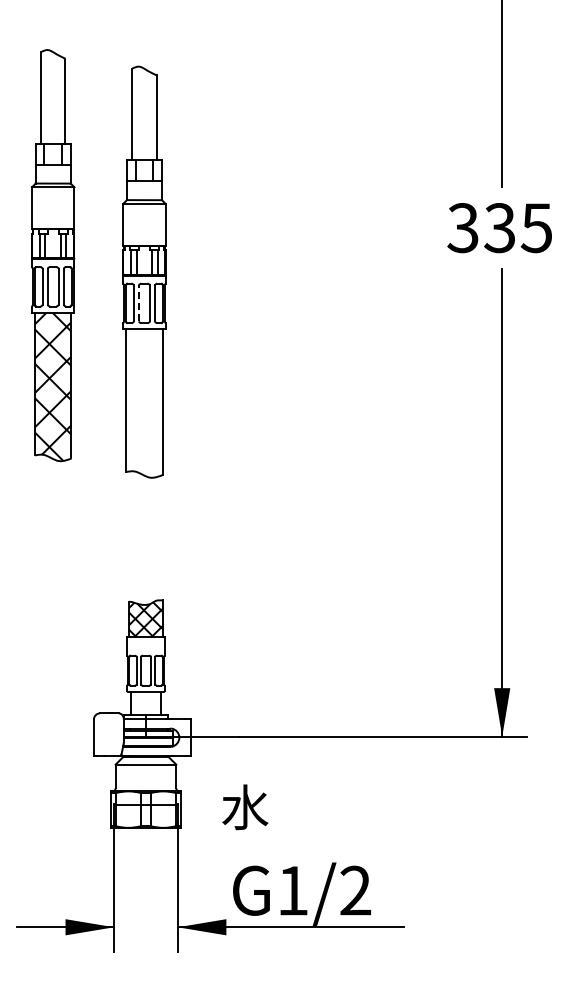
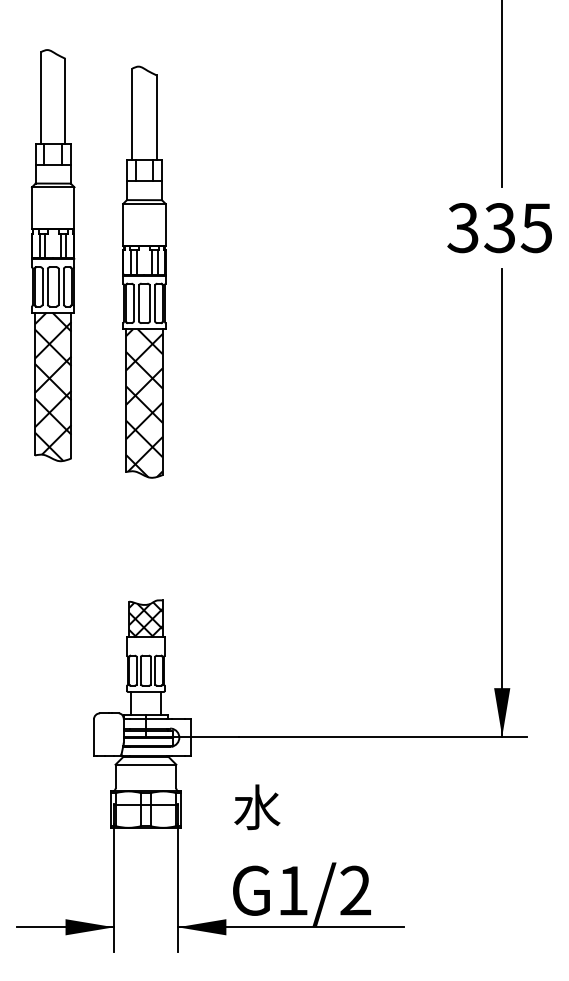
line at (138, 302): dashed -> solid
hatch at (144, 403): none -> present
text at (245, 807) position: (245, 807) -> (257, 807)
